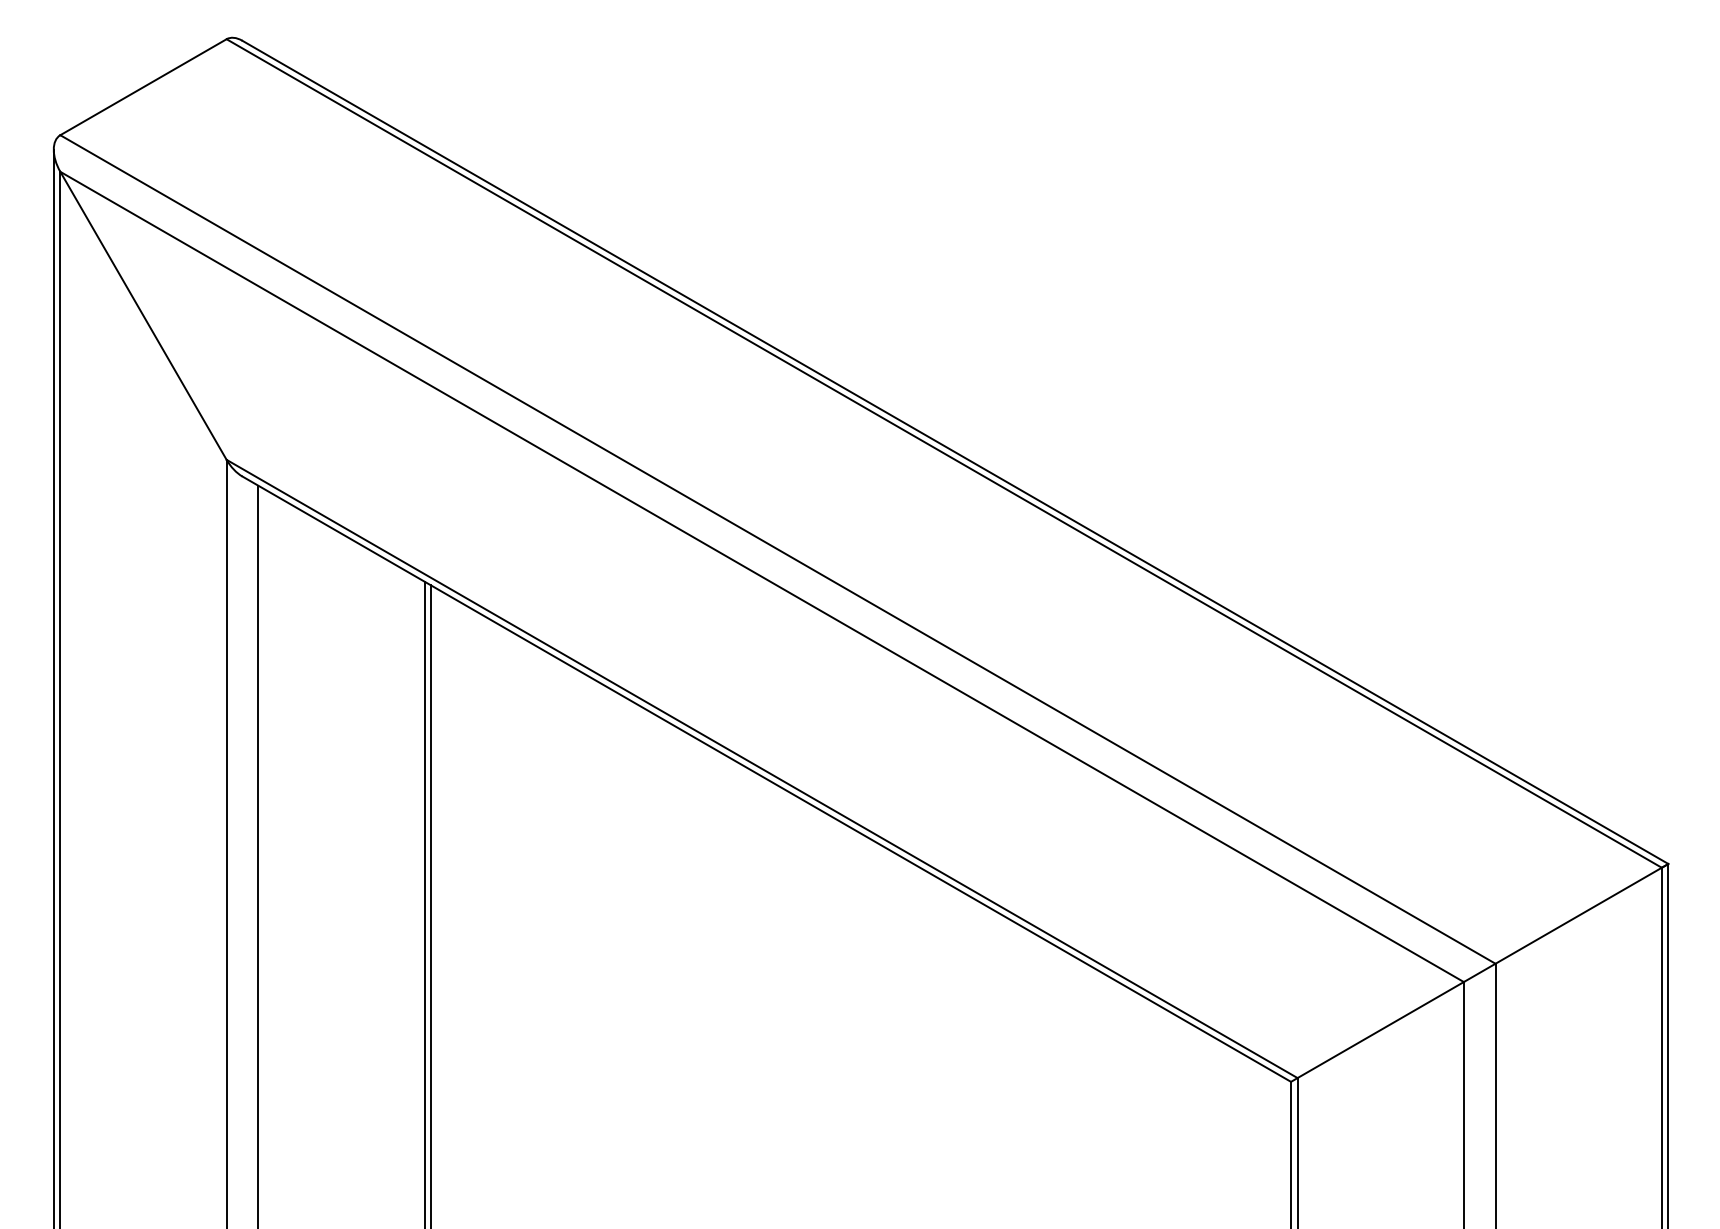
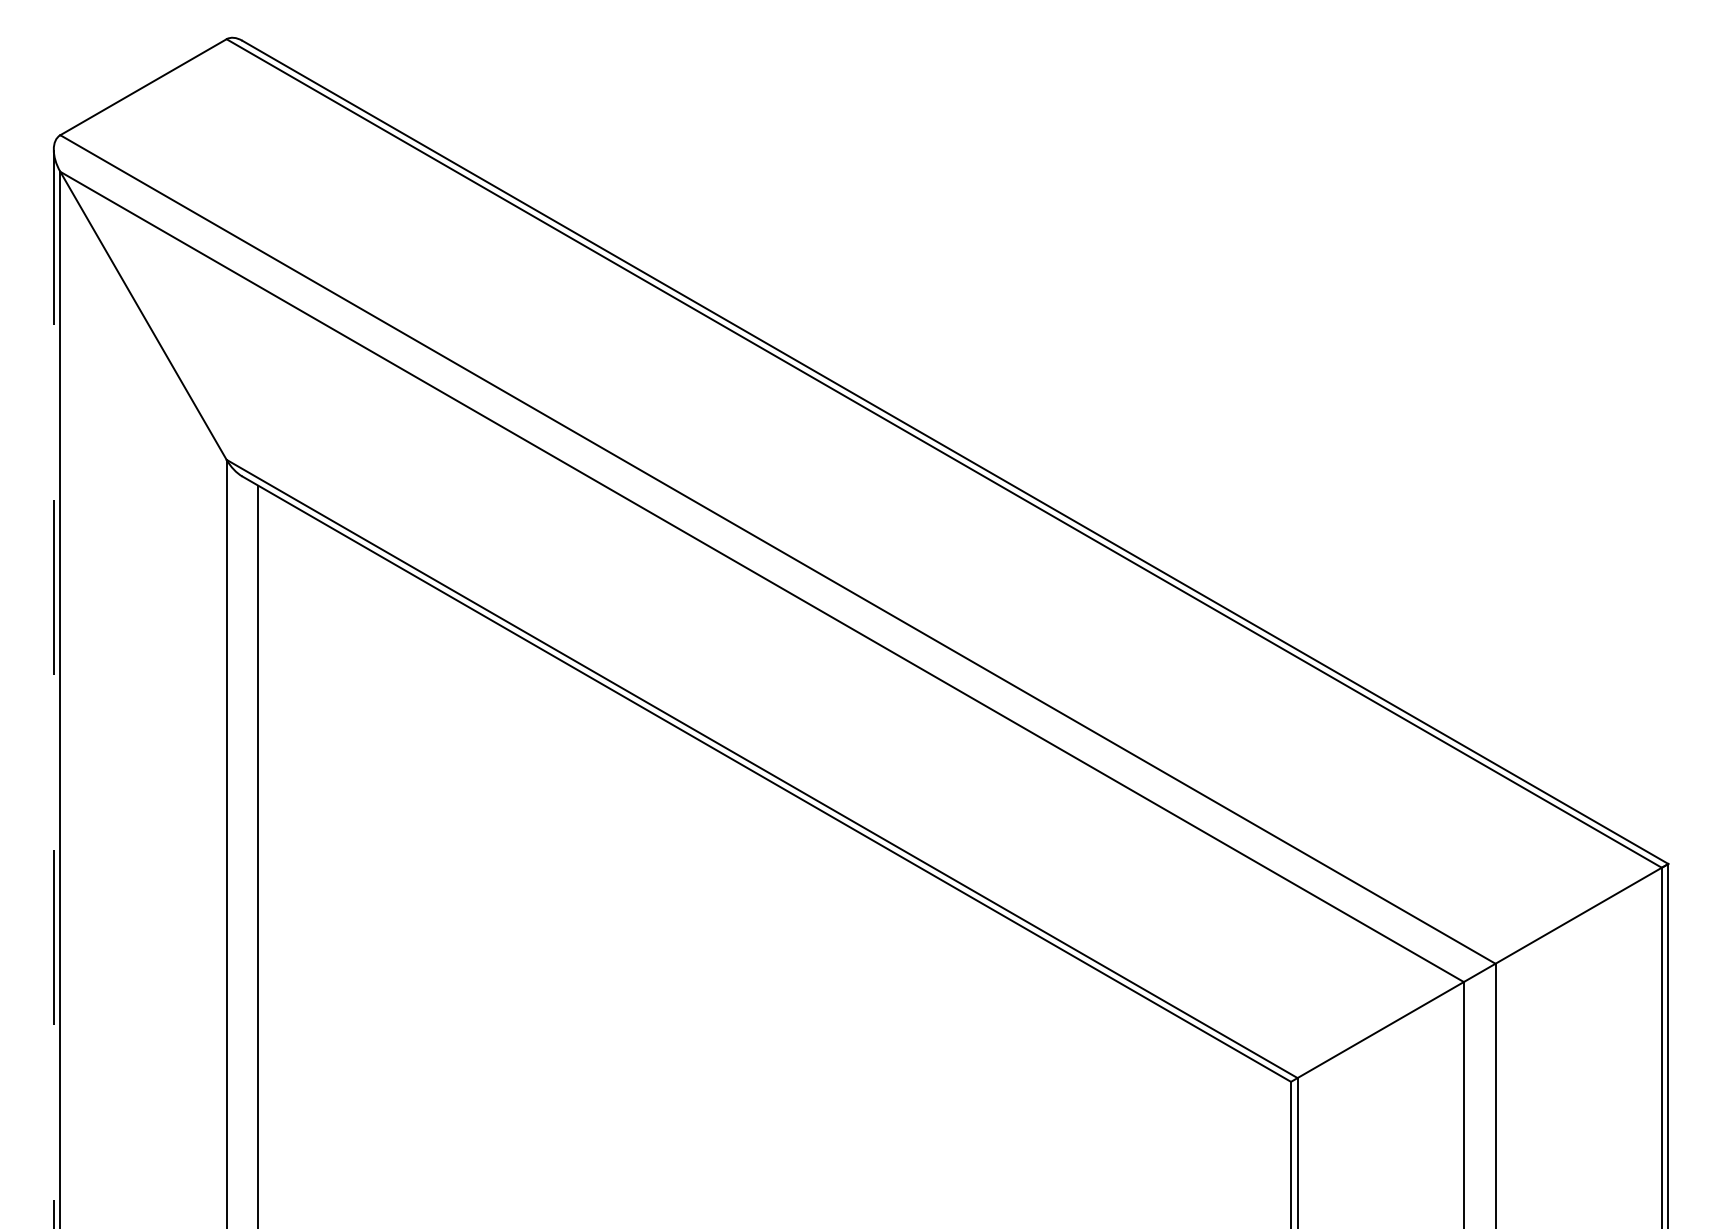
line at (53, 689): solid -> dashed
line at (424, 903): present -> none
line at (431, 905): present -> none
